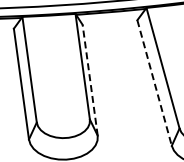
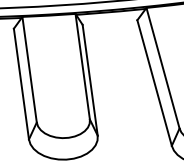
line at (90, 80): dashed -> solid
line at (154, 83): dashed -> solid
